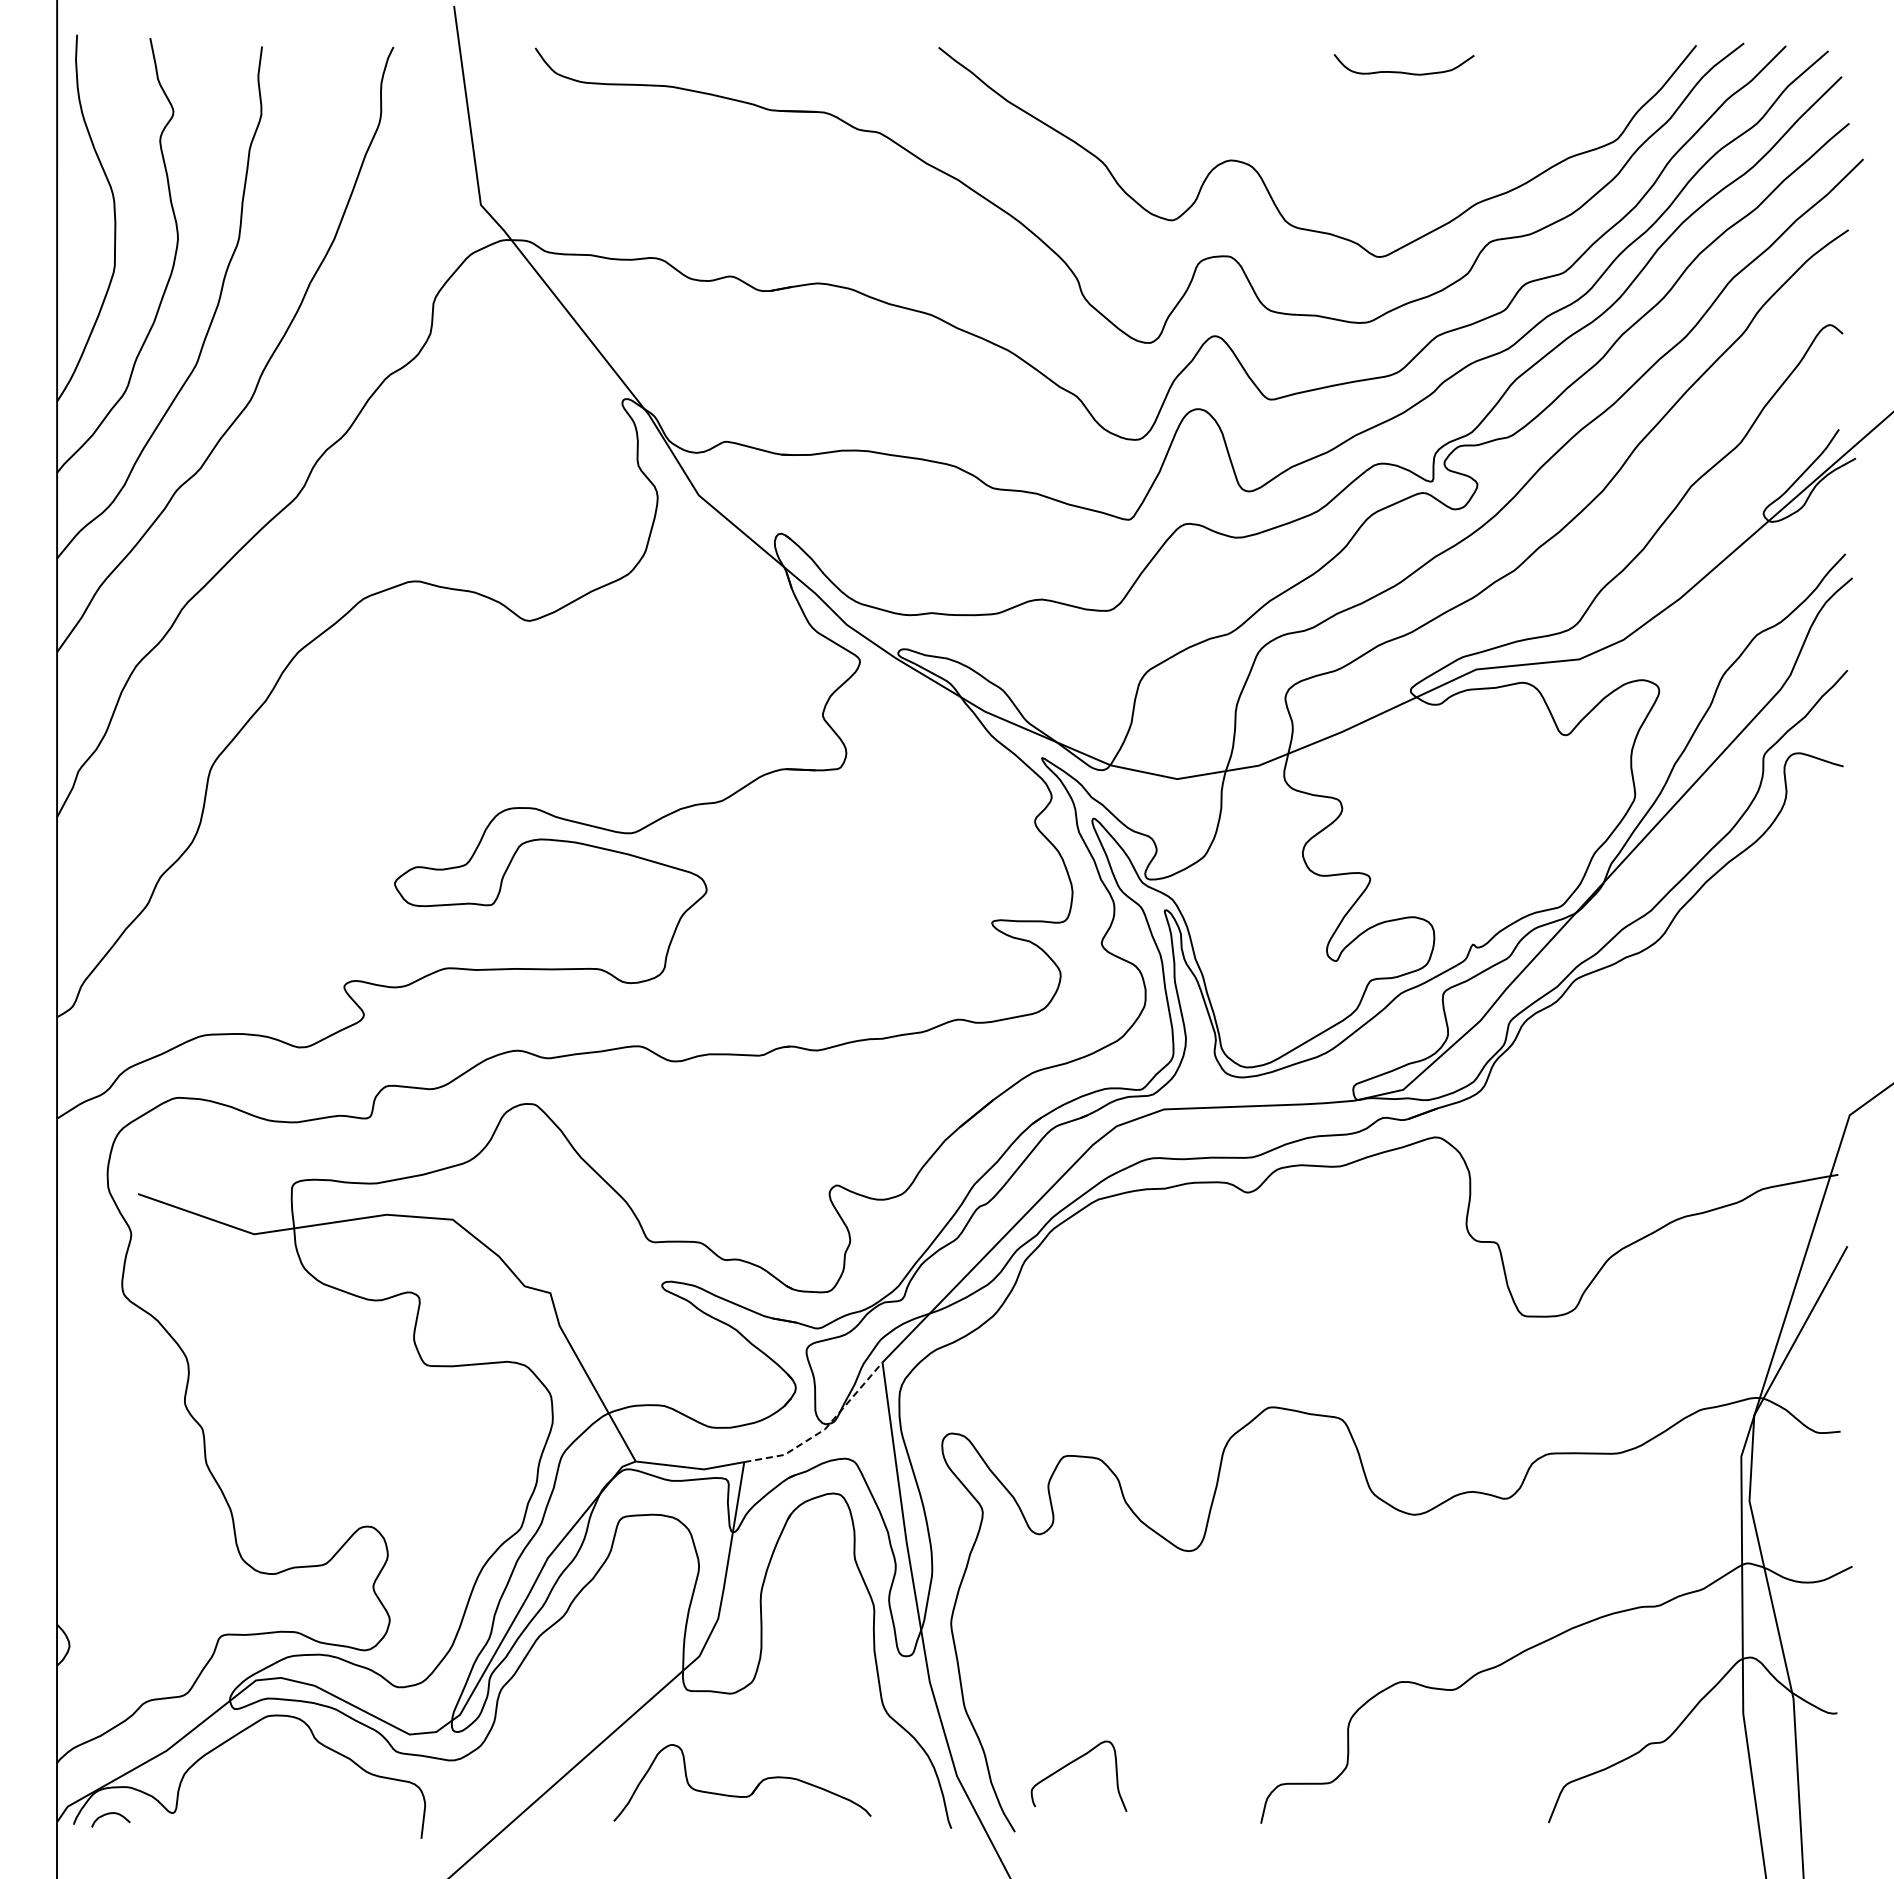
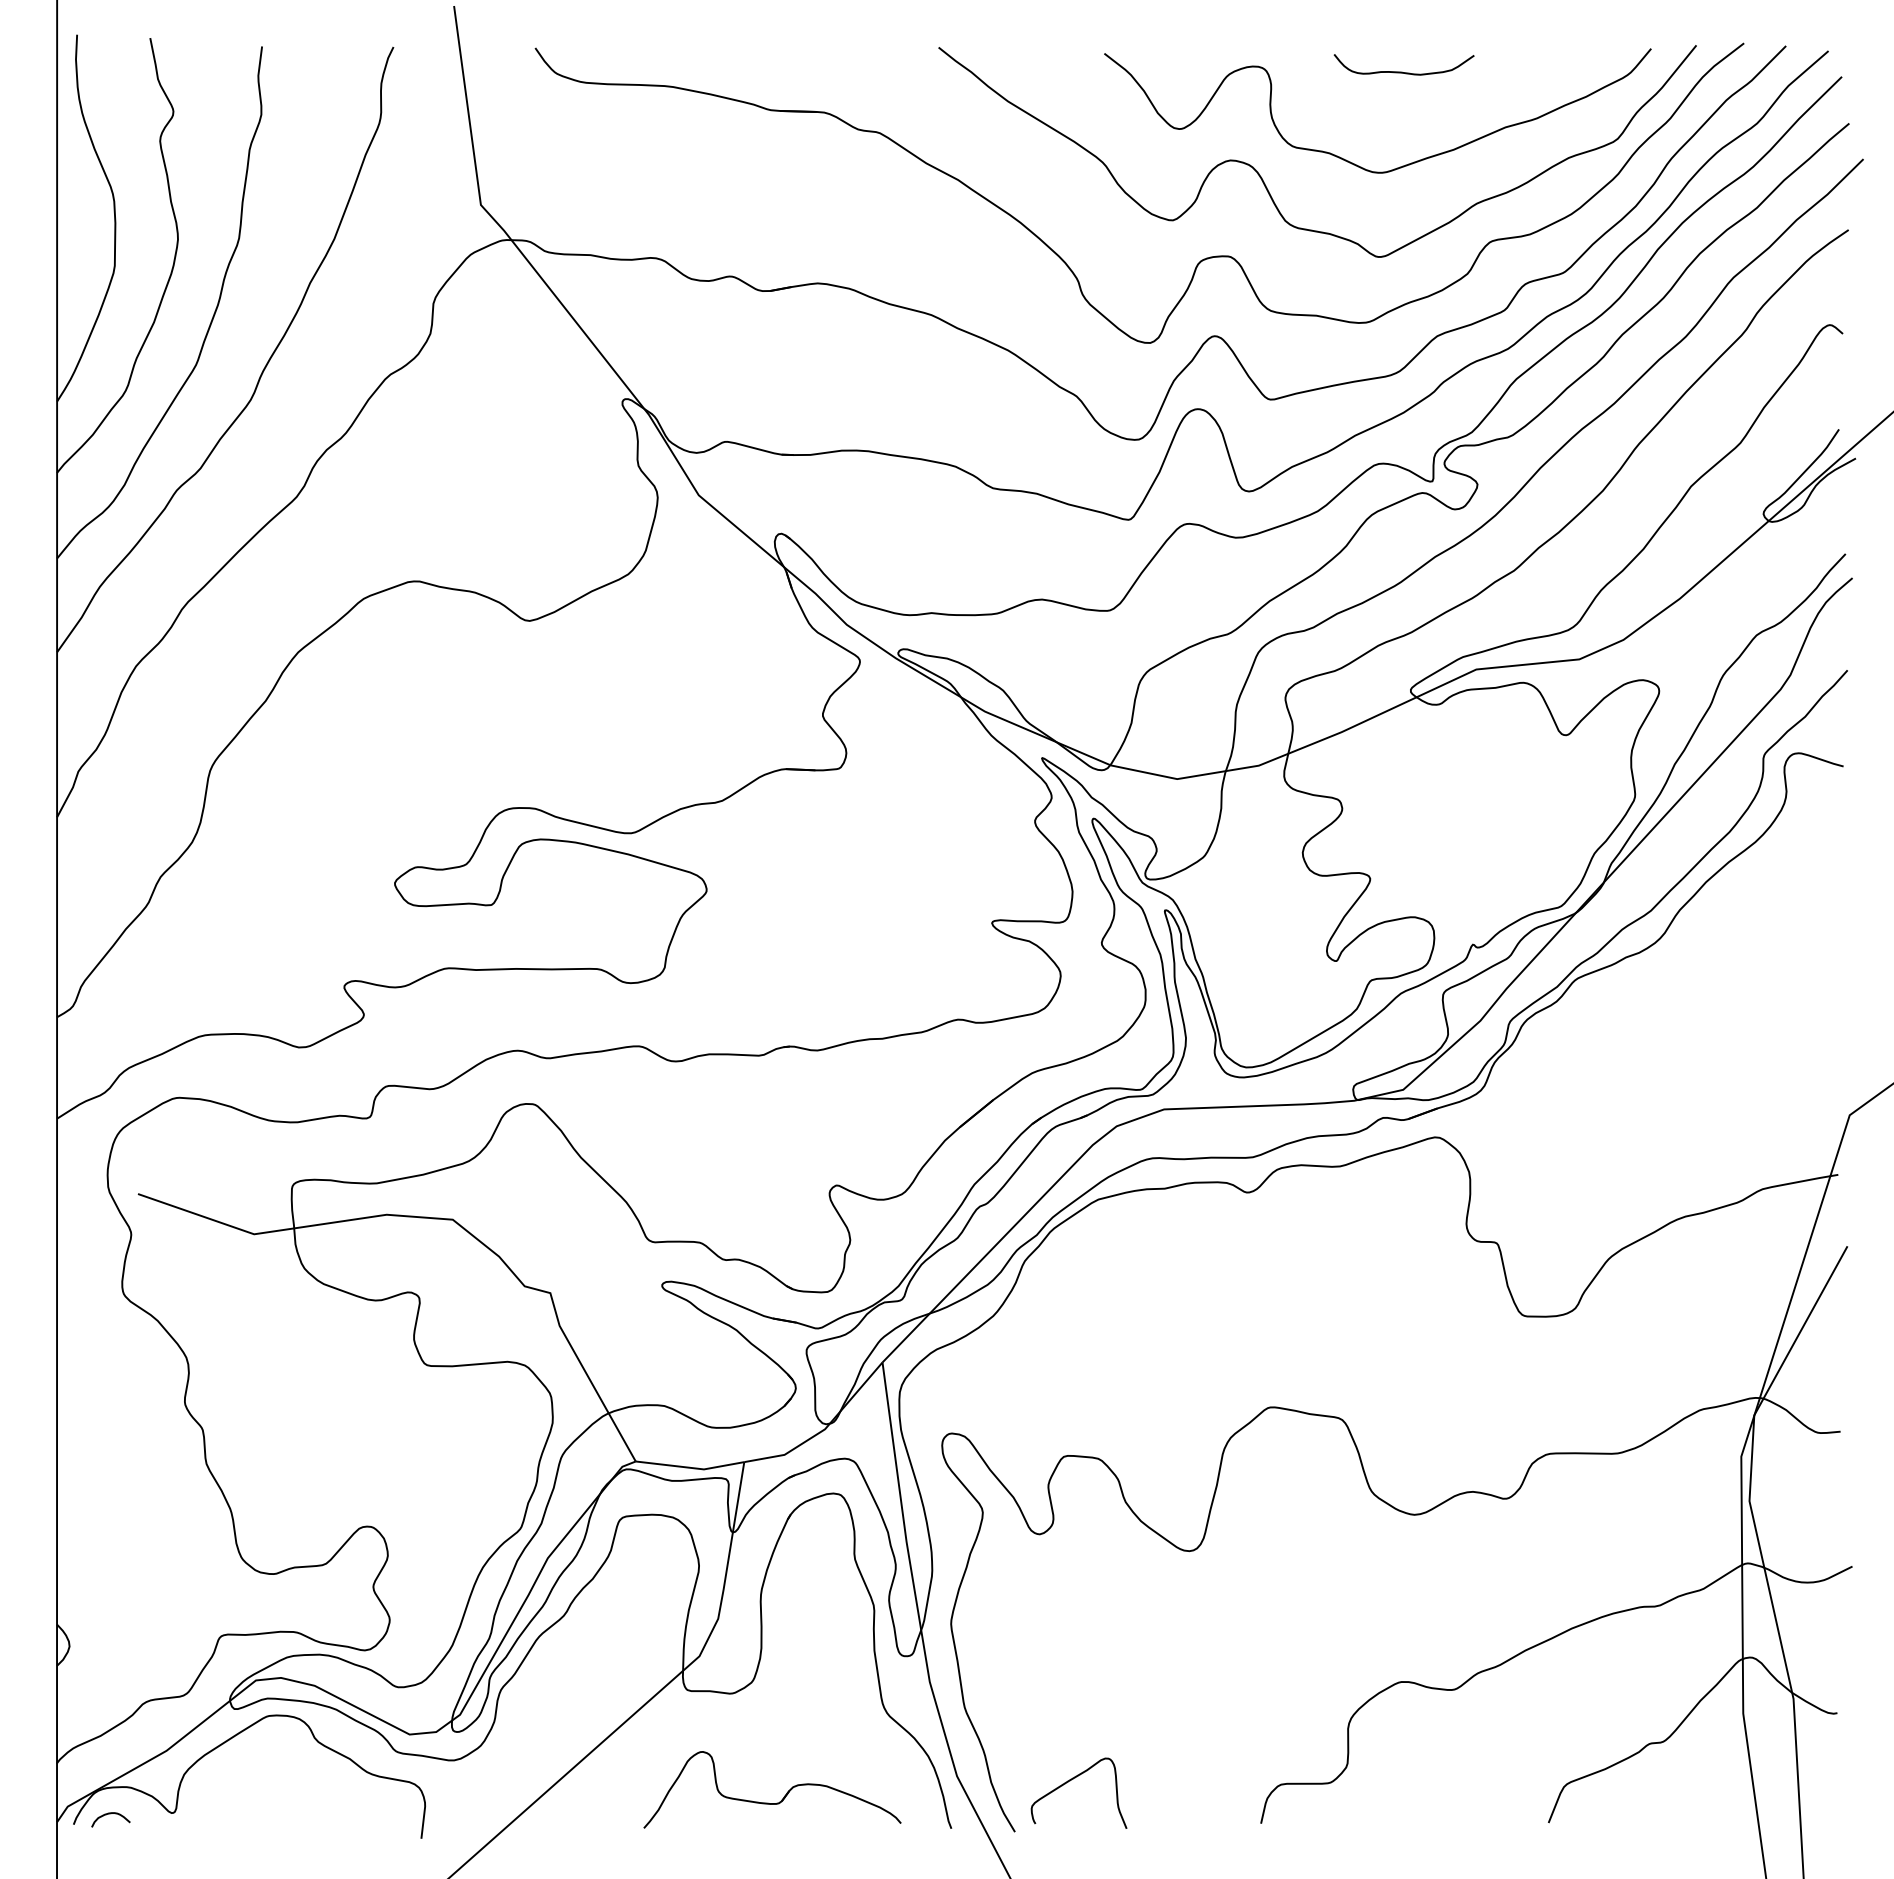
curve at (1352, 162): none -> present
line at (825, 1429): dashed -> solid
curve at (1070, 1764) position: (1070, 1764) -> (1070, 1781)
part at (754, 1788) position: (754, 1788) -> (784, 1795)
